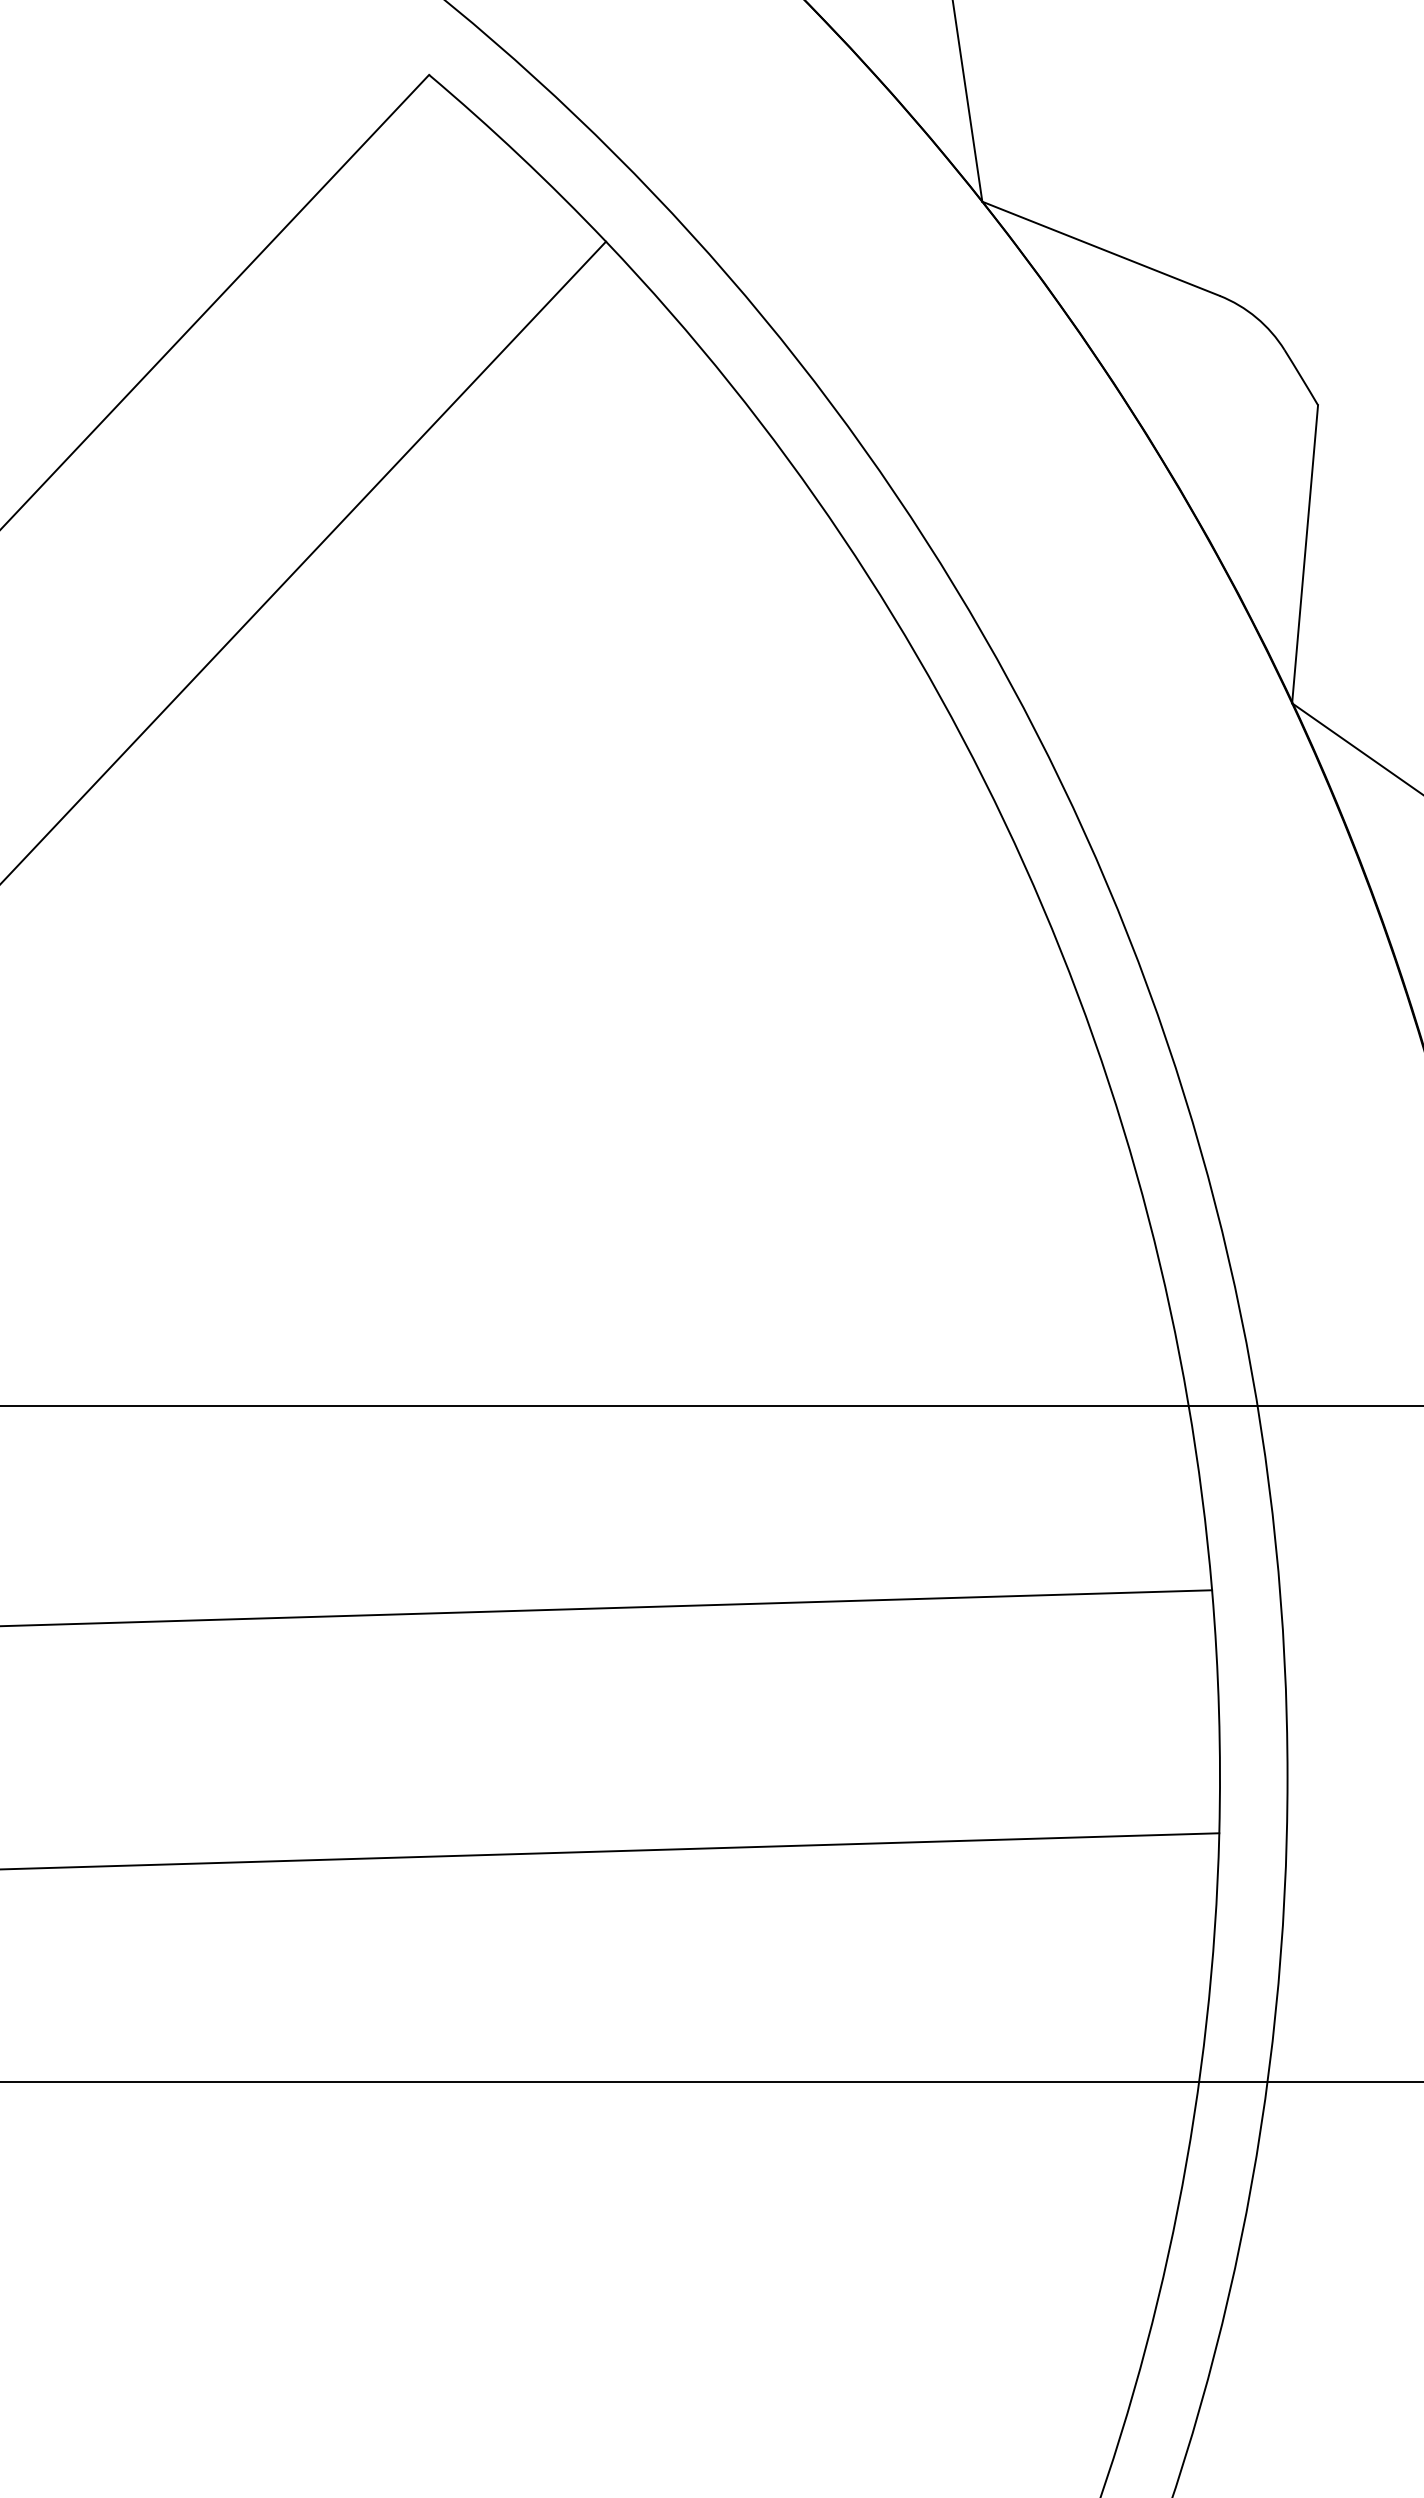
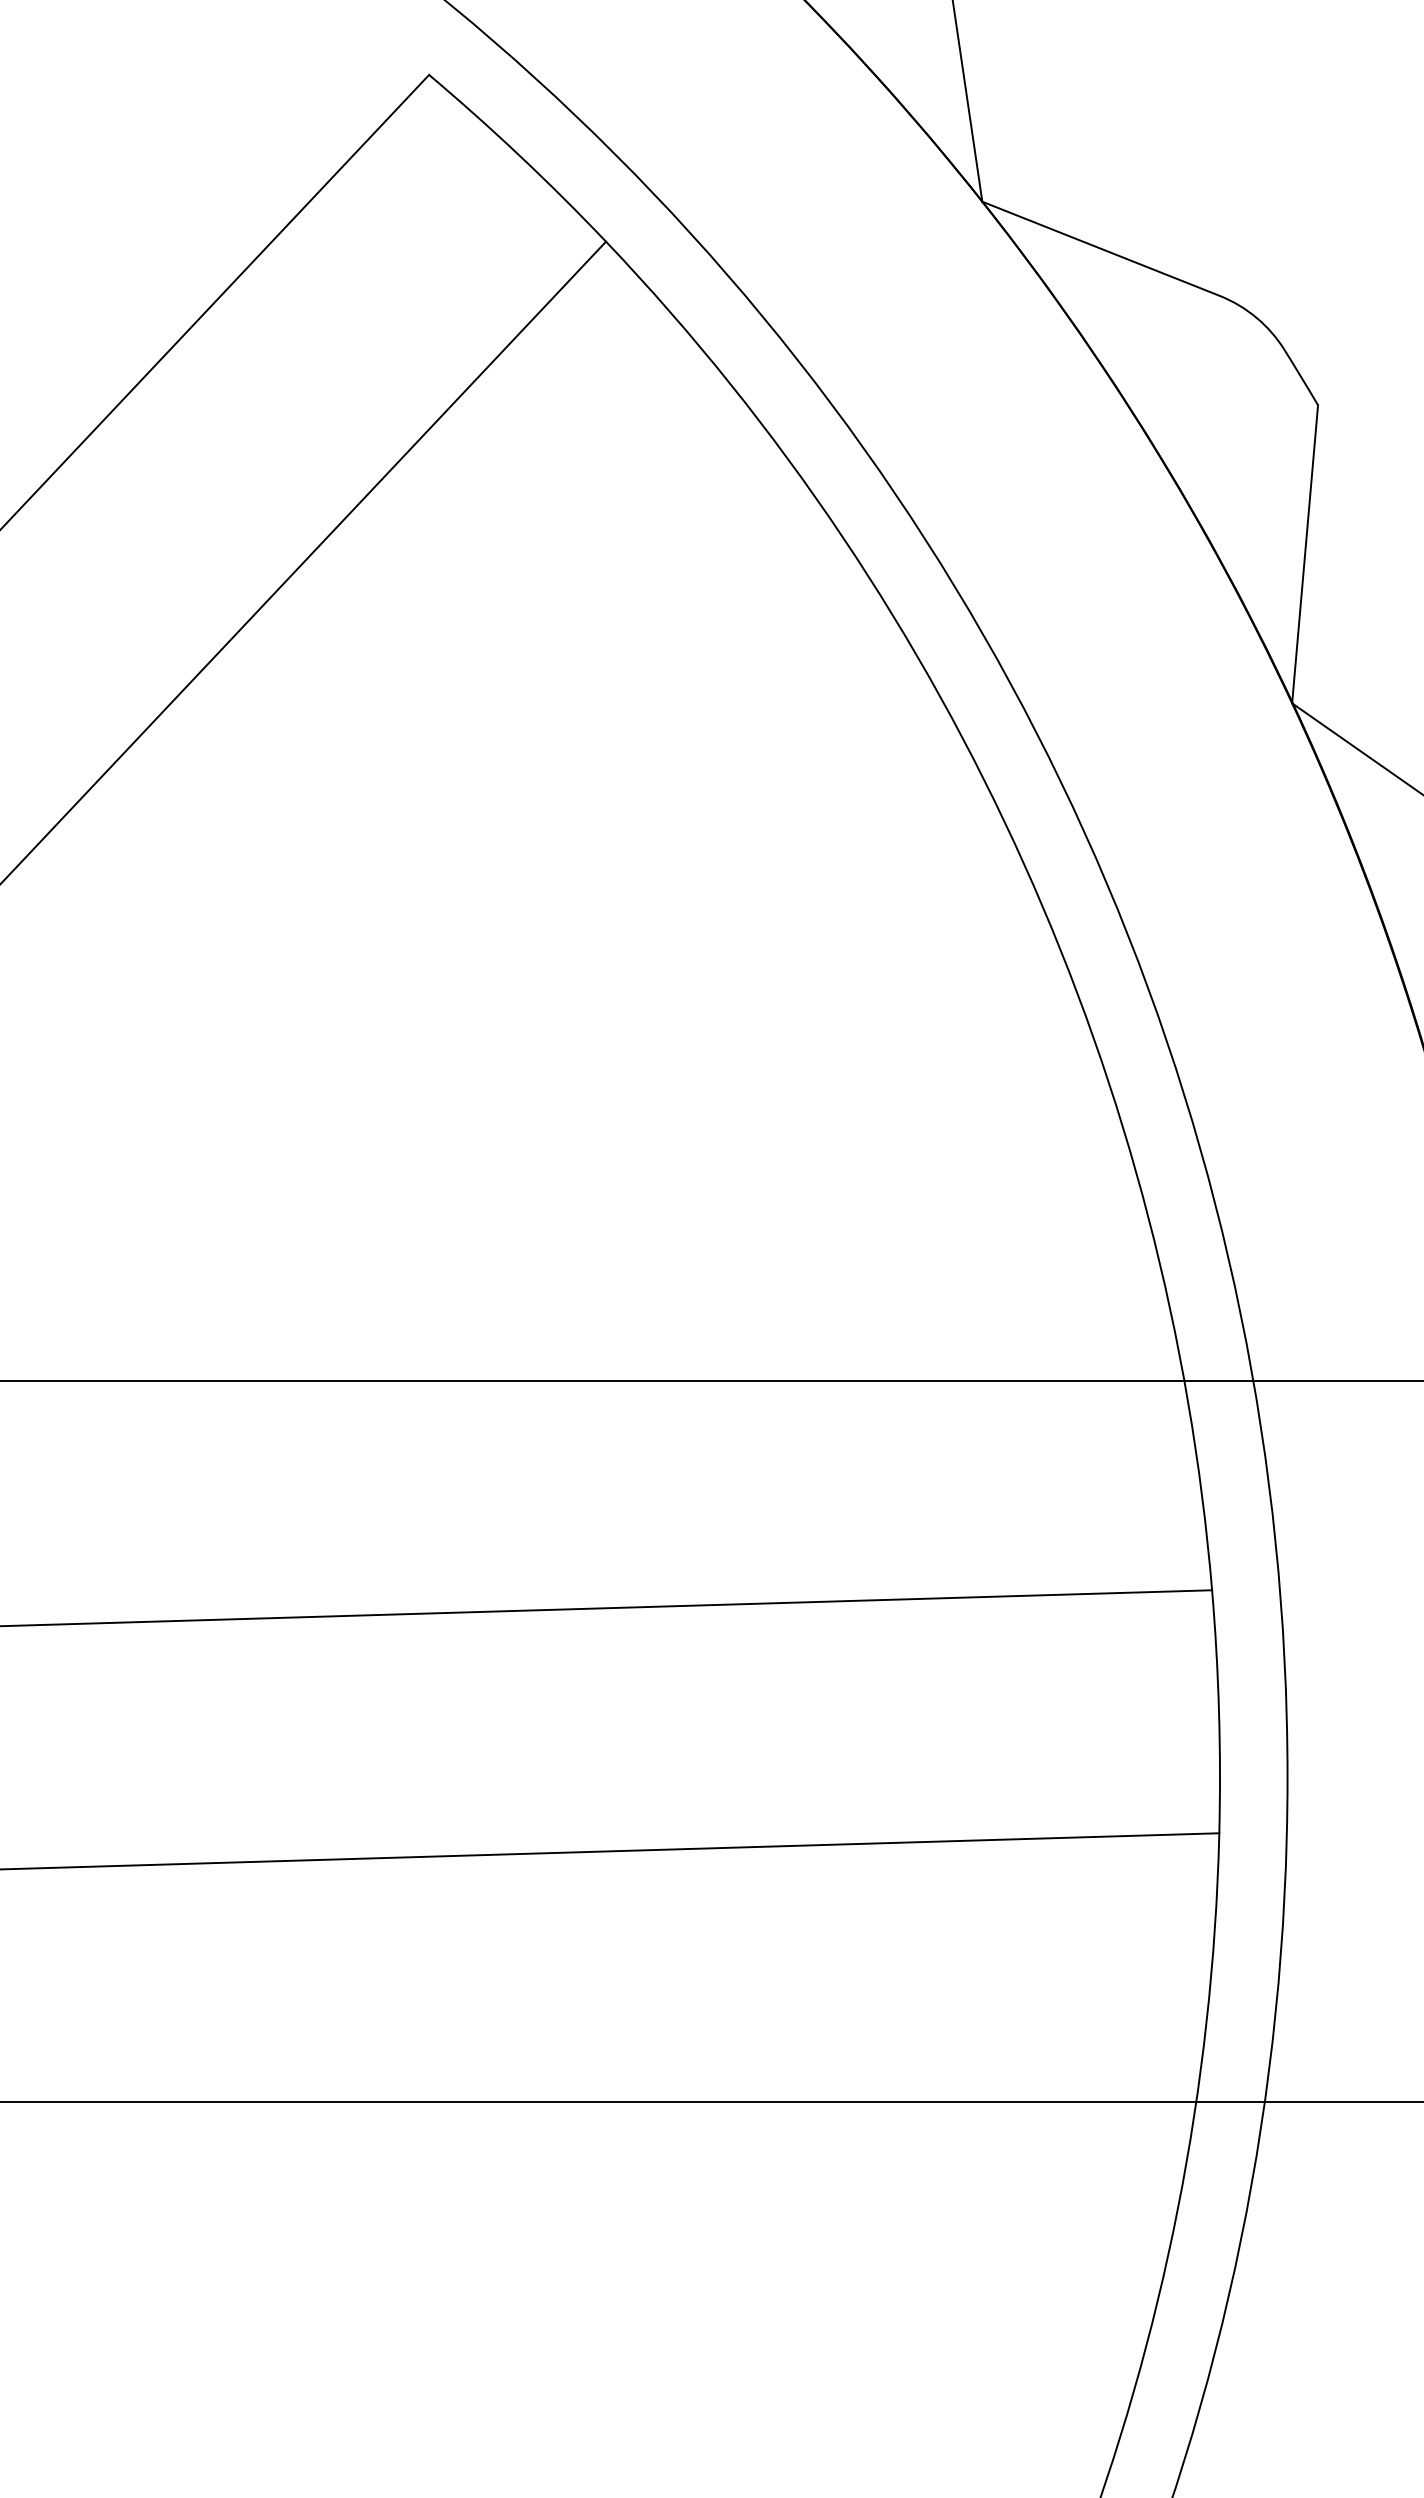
line at (711, 1406) position: (711, 1406) -> (711, 1381)
line at (711, 2081) position: (711, 2081) -> (711, 2101)
